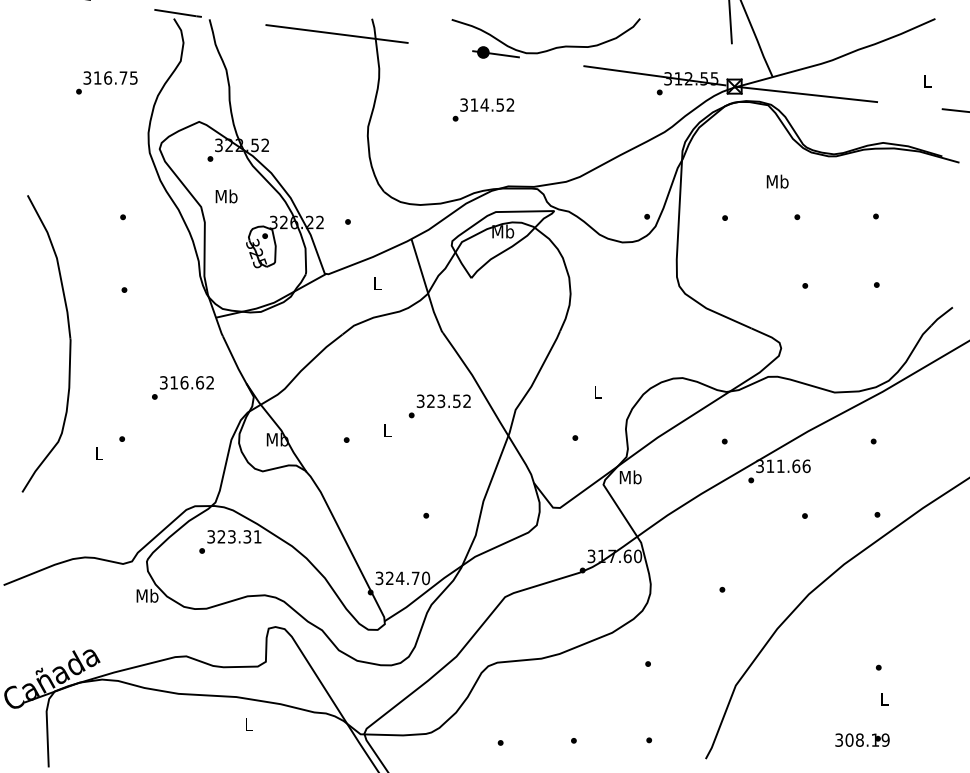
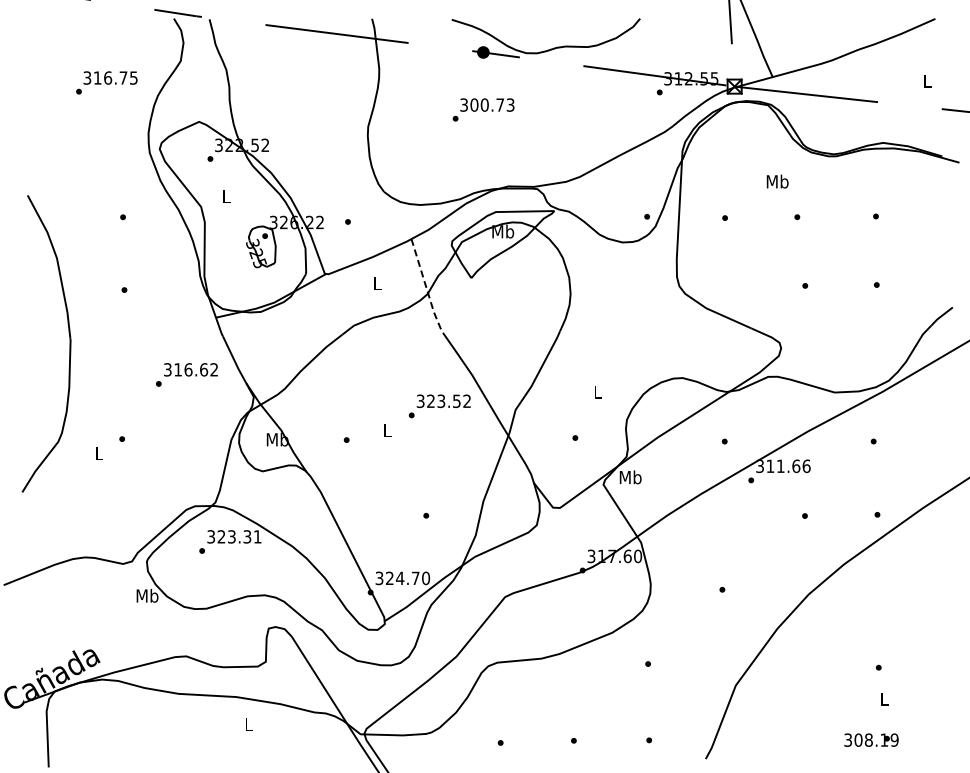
text at (492, 104): 314.52 -> 300.73
text at (226, 196): Mb -> L
line at (426, 288): solid -> dashed
text at (182, 387) position: (182, 387) -> (186, 374)
text at (862, 739) position: (862, 739) -> (871, 739)
